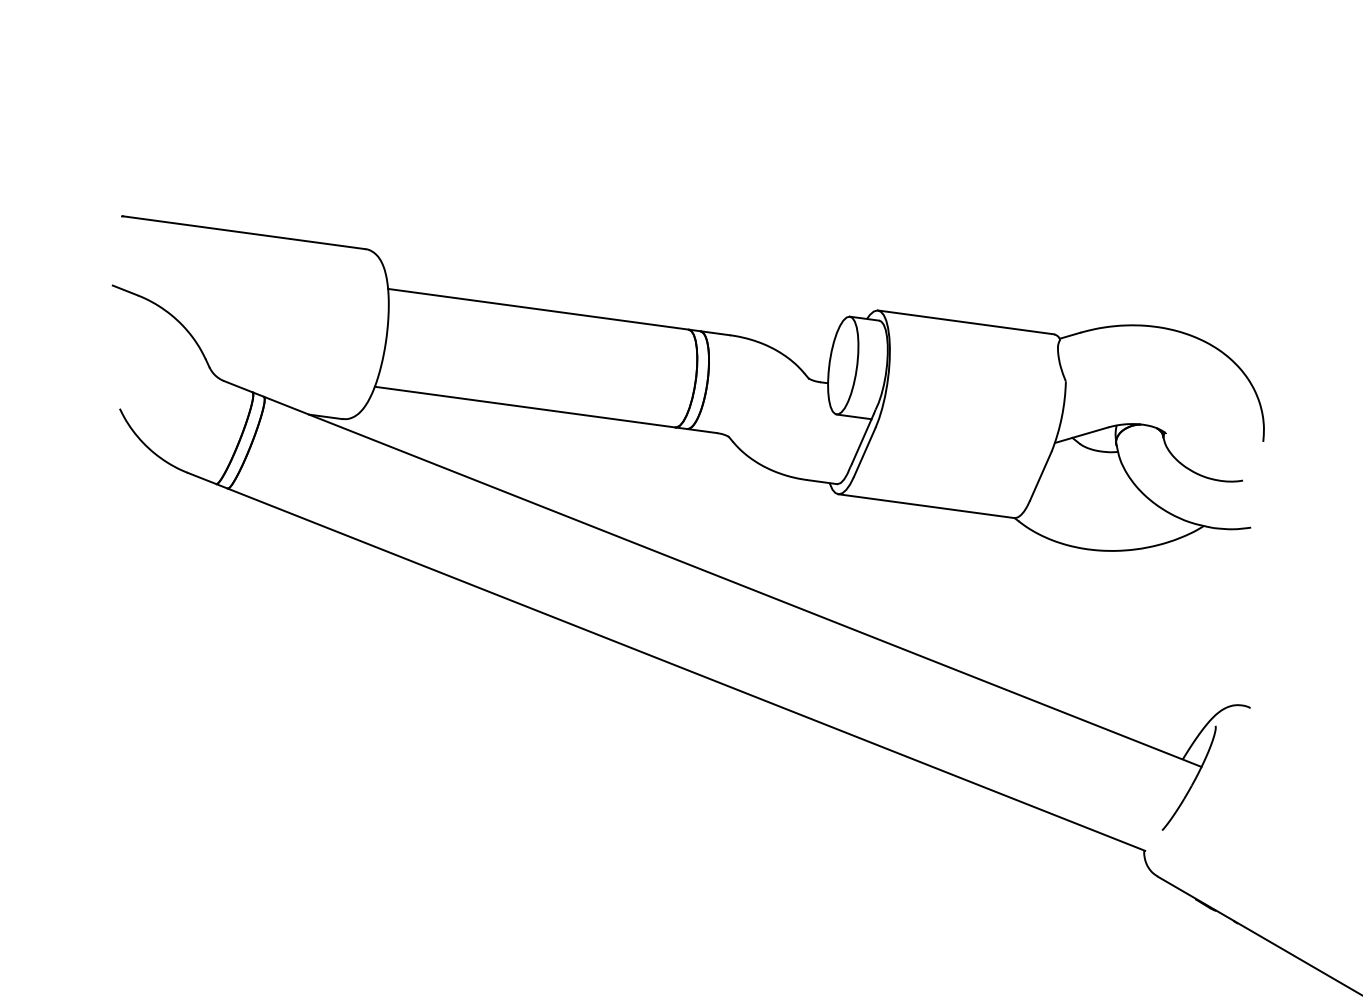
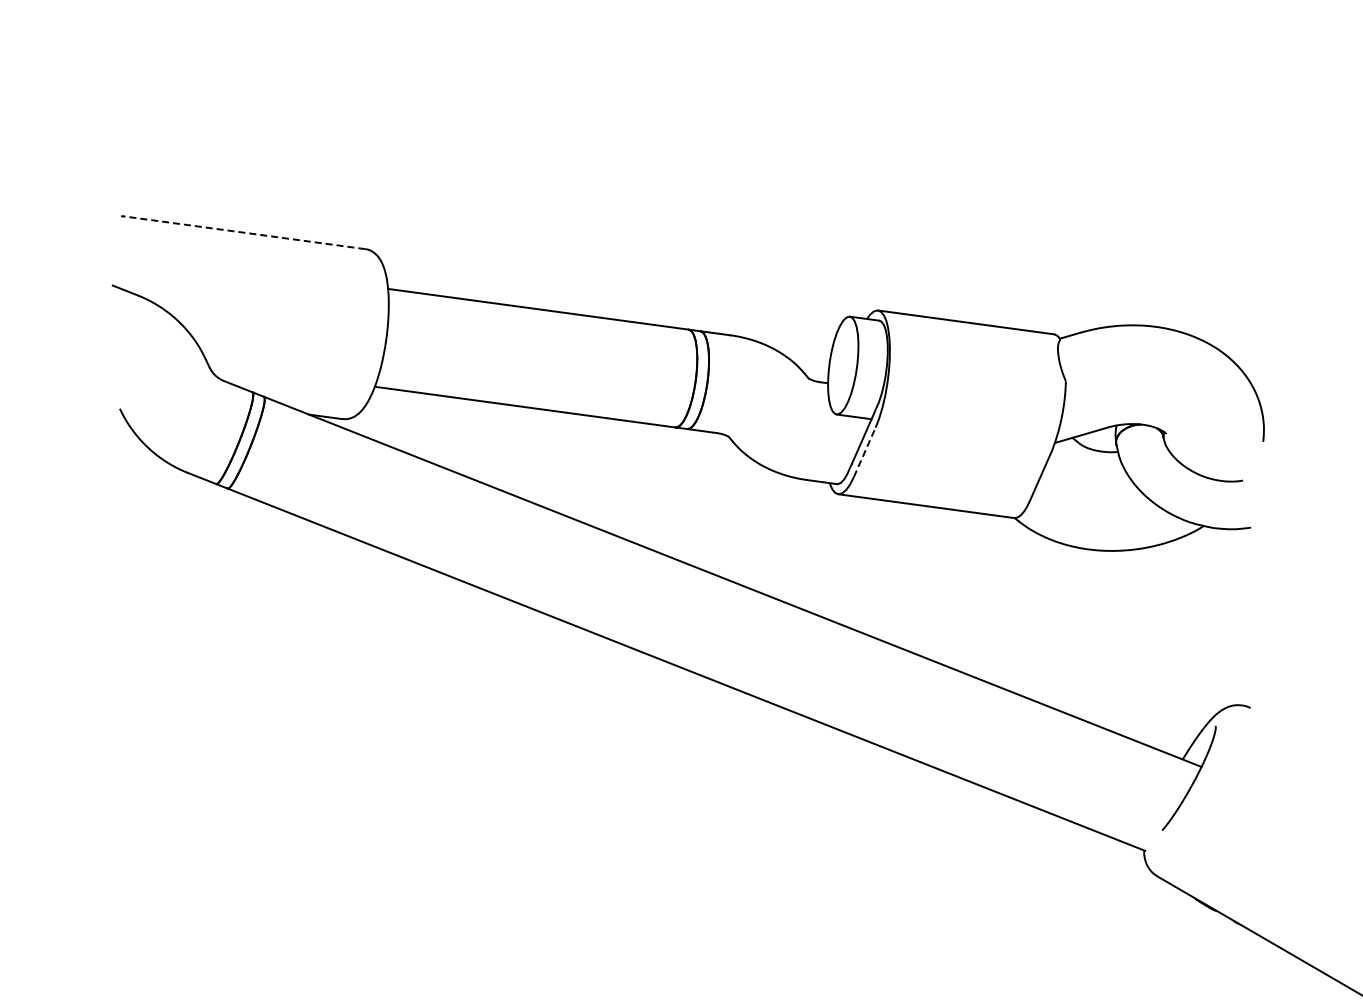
line at (243, 232): solid -> dashed
line at (864, 452): solid -> dashed
